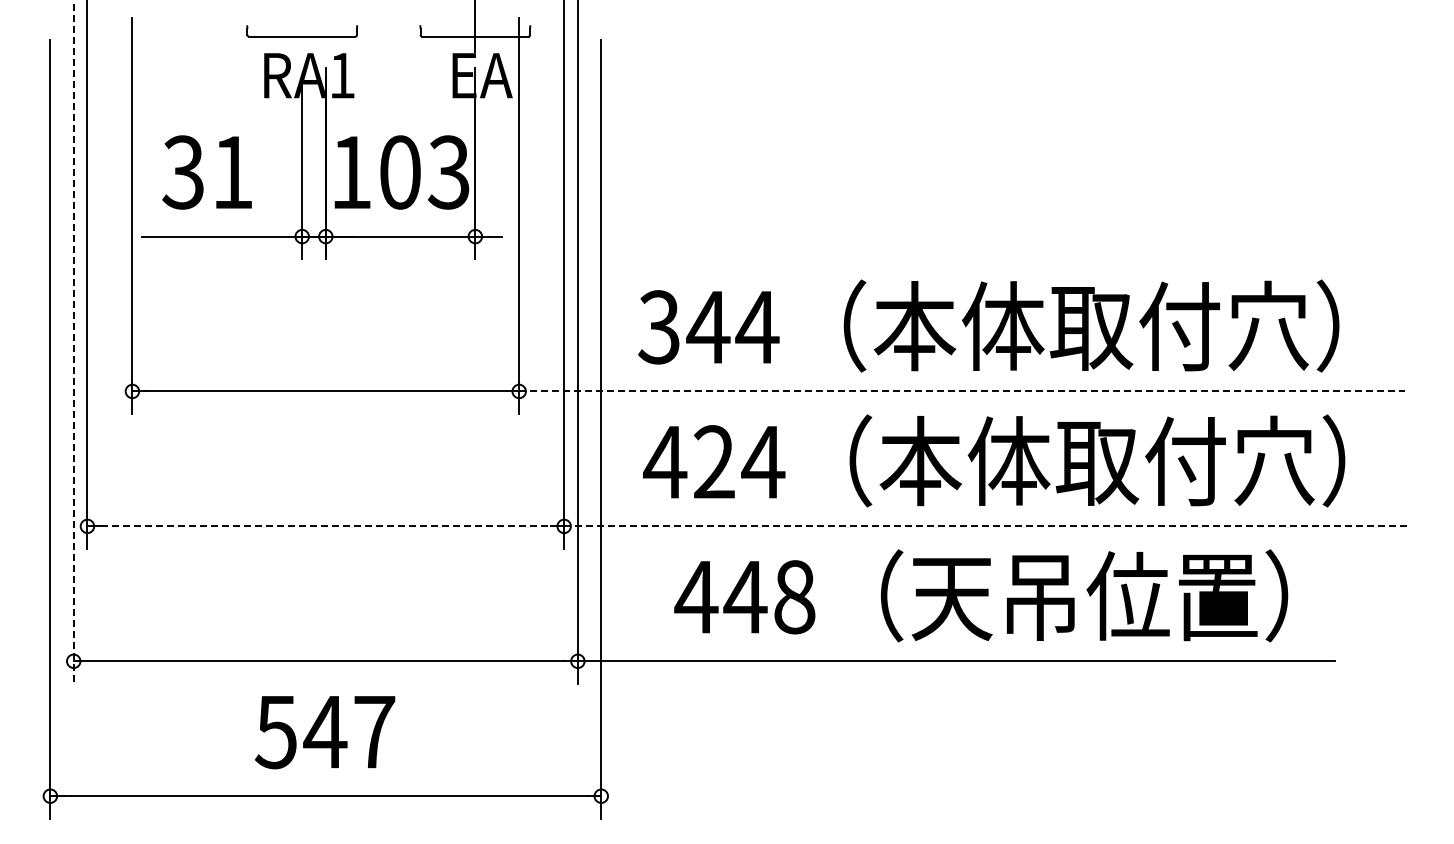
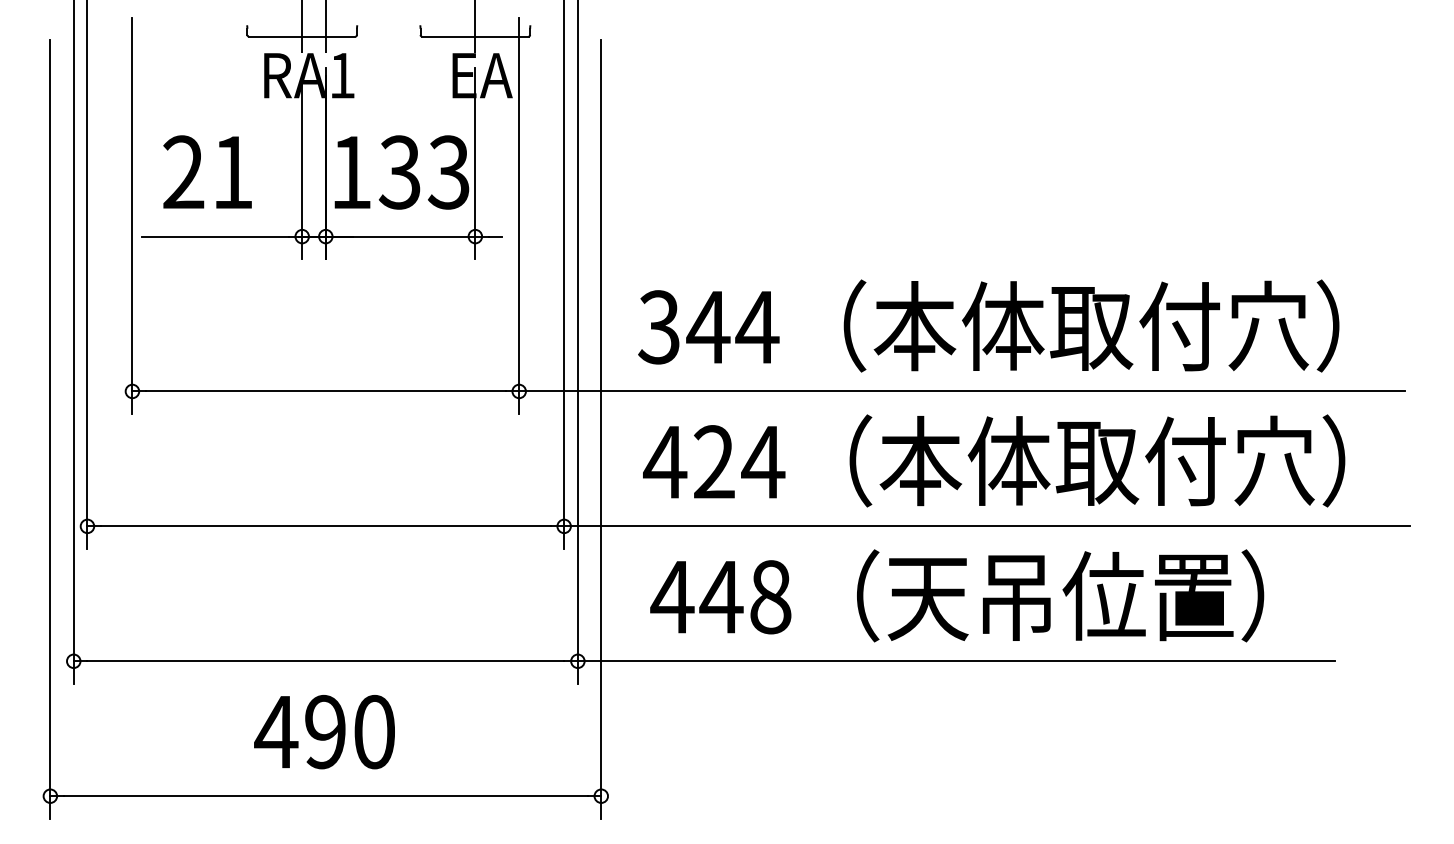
line at (302, 27): none -> present
line at (325, 27): none -> present
text at (183, 172): 31 -> 21
text at (399, 172): 103 -> 133
line at (73, 342): dashed -> solid
line at (961, 391): dashed -> solid
line at (325, 526): dashed -> solid
line at (987, 526): dashed -> solid
text at (981, 595) position: (981, 595) -> (957, 595)
text at (324, 731): 547 -> 490
